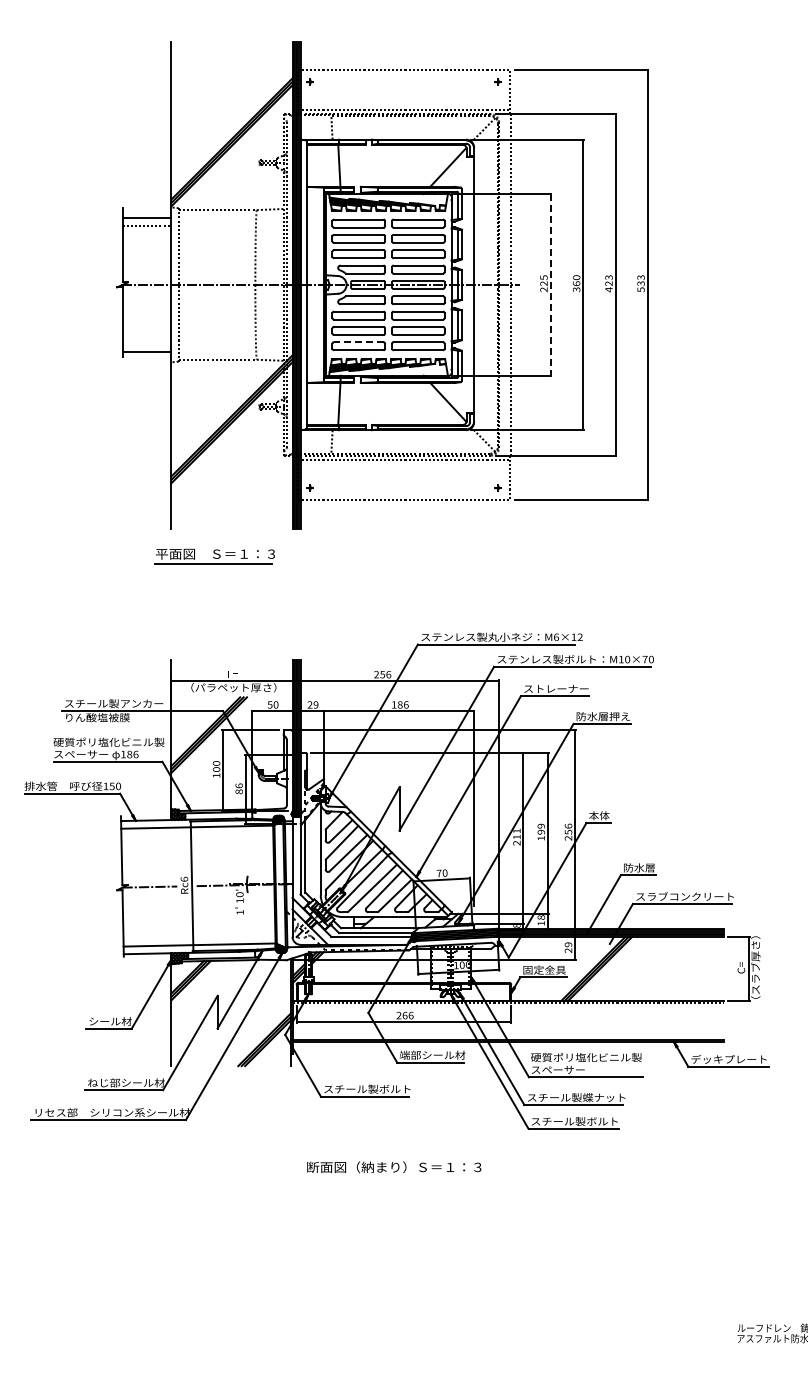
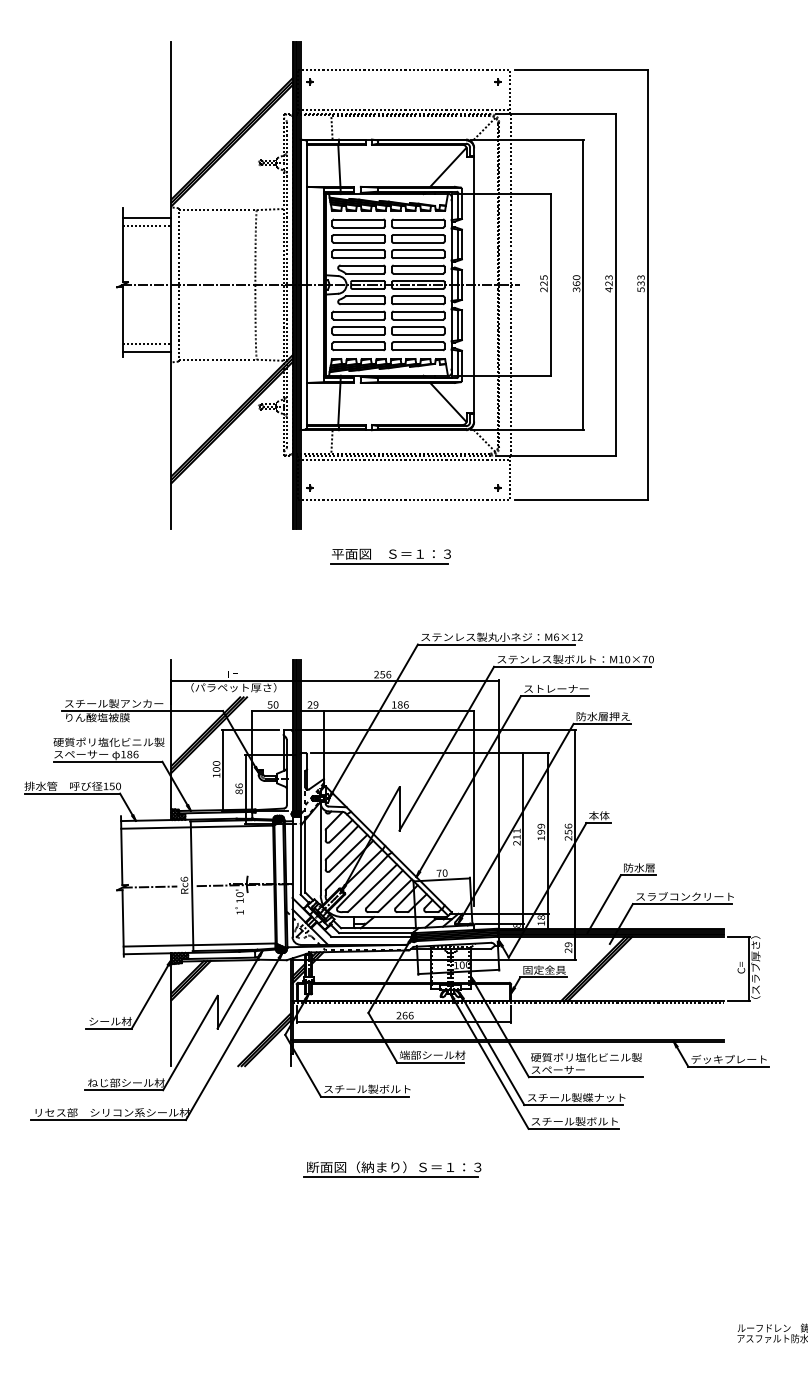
line at (550, 284): dashed -> solid
line at (358, 342): dashed -> solid
line at (146, 343): none -> present
part at (214, 556) position: (214, 556) -> (390, 556)
line at (390, 1176): none -> present
